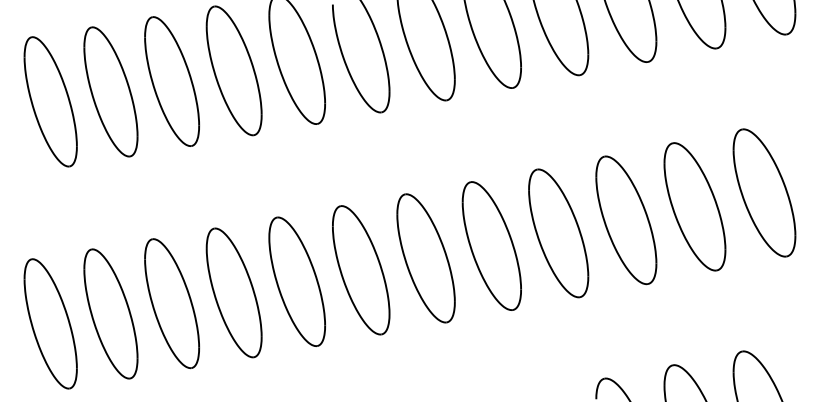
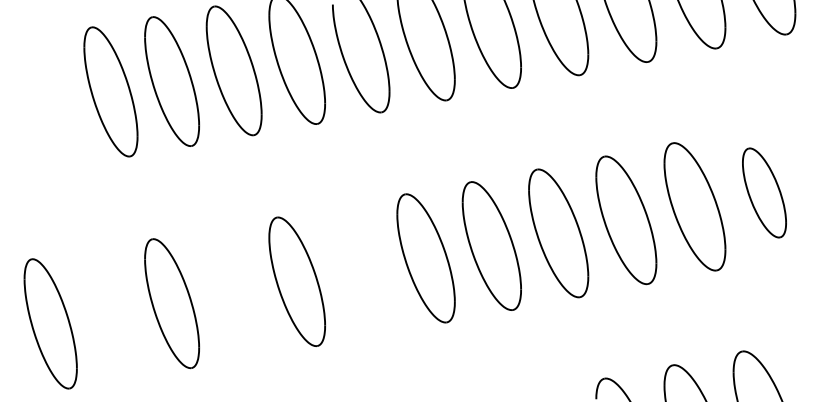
part at (50, 101): present -> none
part at (764, 192) size: 65x130 px -> 45x92 px
part at (361, 270): present -> none
part at (233, 292): present -> none
part at (110, 313): present -> none
